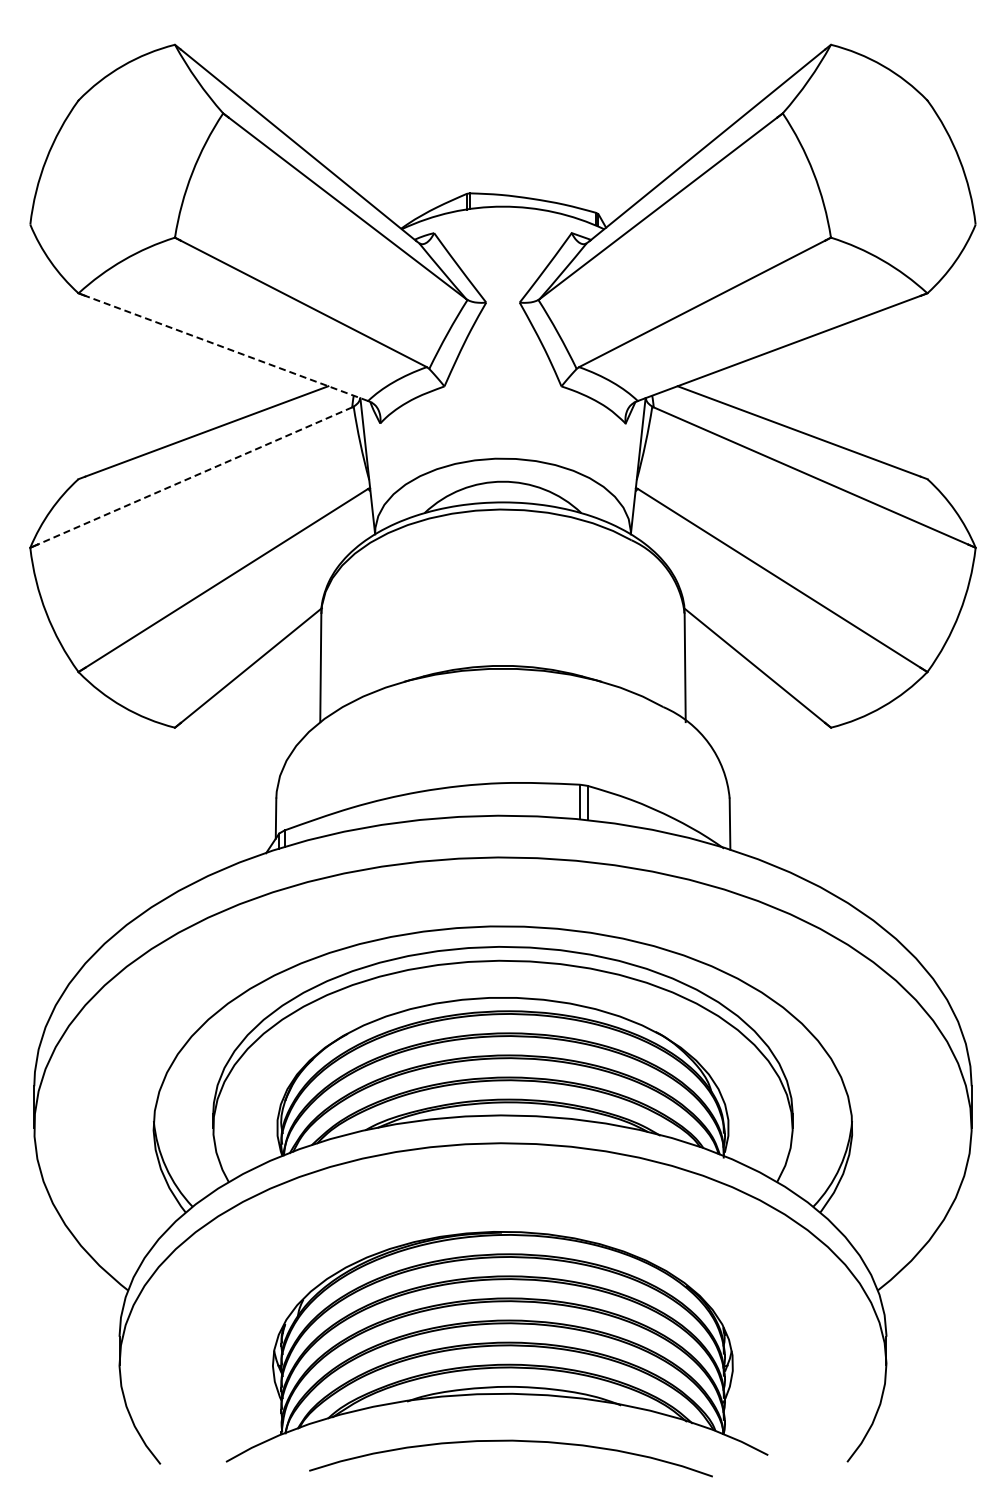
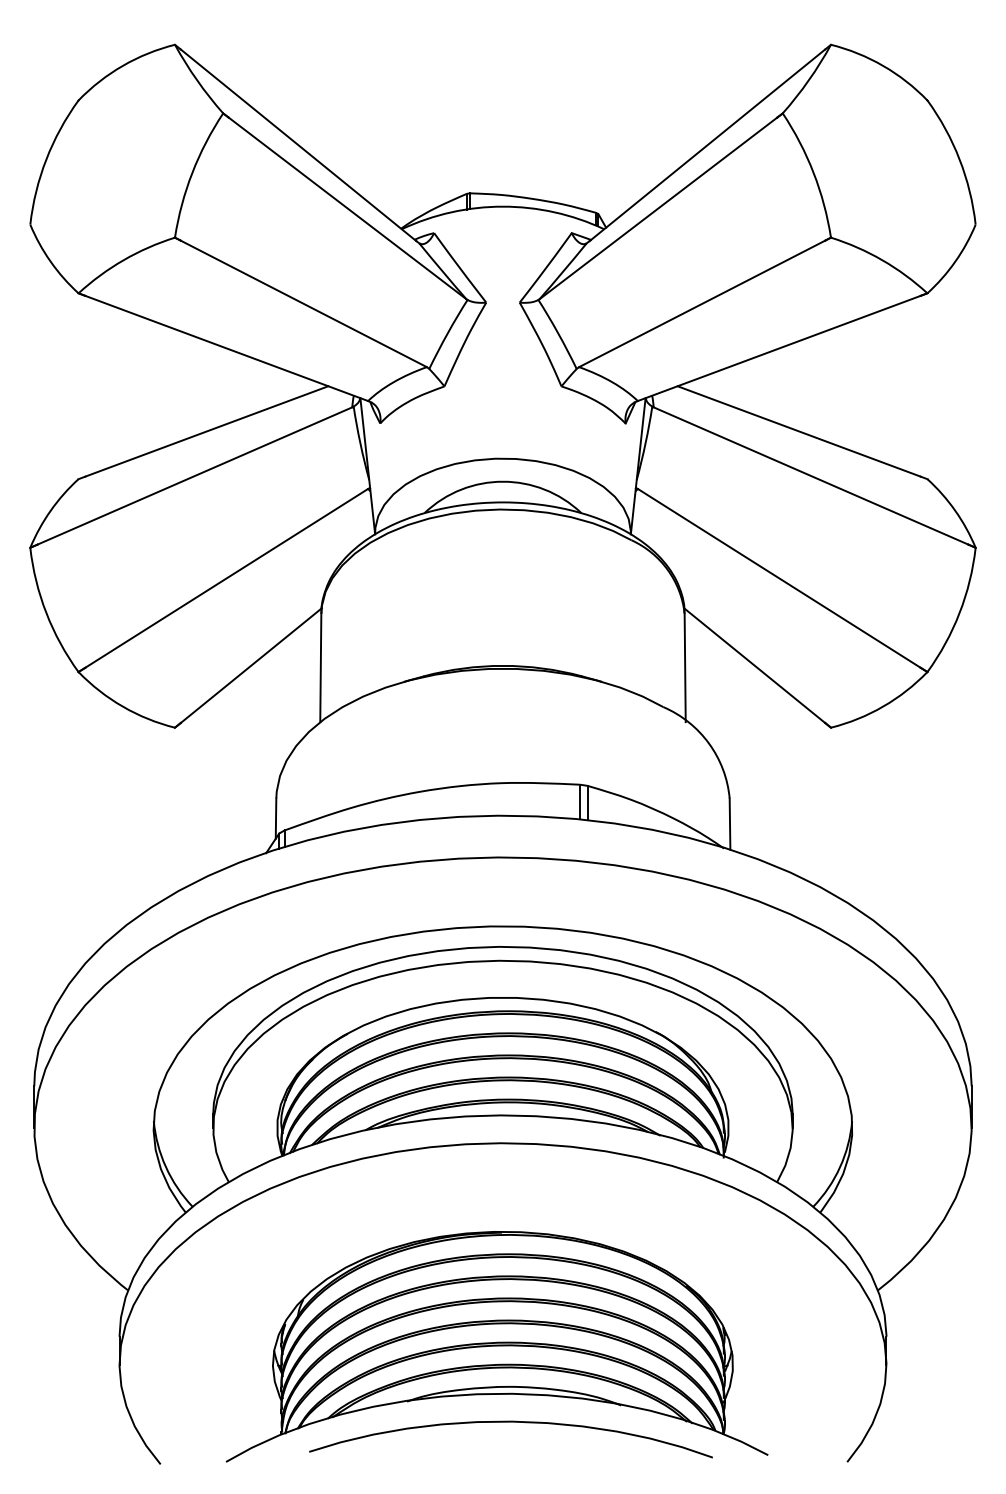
line at (226, 348): dashed -> solid
line at (194, 476): dashed -> solid
curve at (510, 1441) position: (510, 1441) -> (510, 1422)
